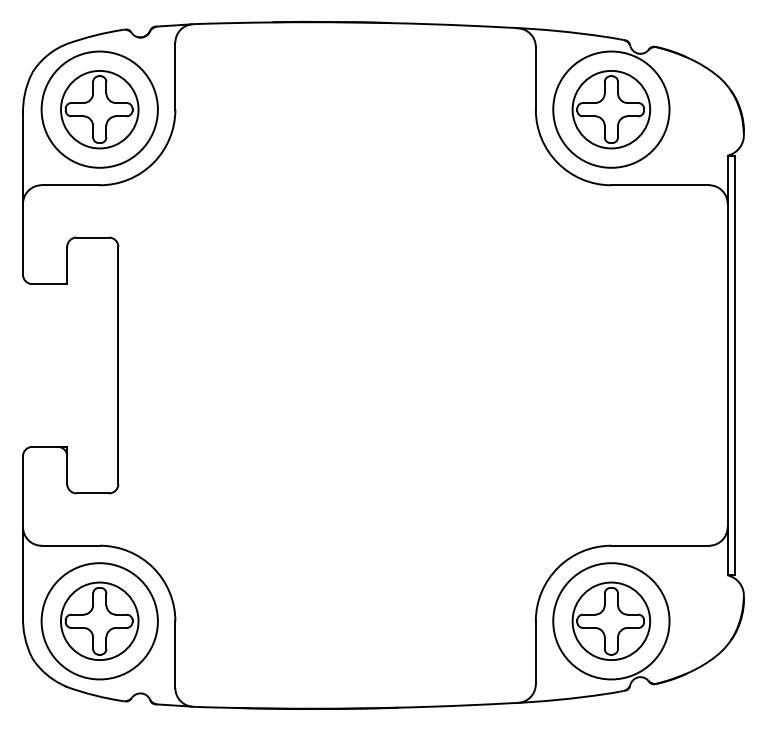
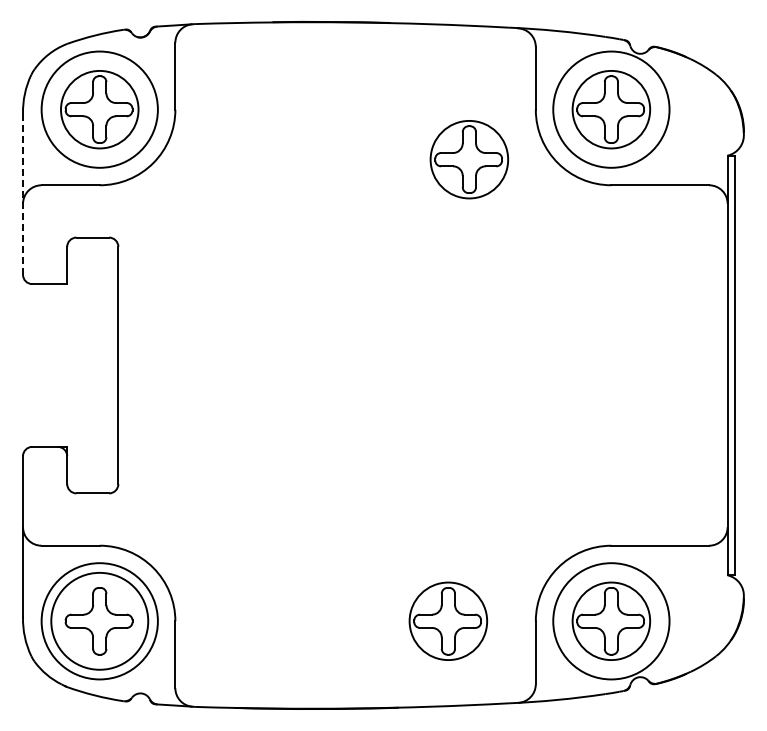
part at (469, 159): none -> present
line at (23, 194): solid -> dashed
part at (448, 620): none -> present
circle at (99, 621) diameter: 78 px -> 97 px
